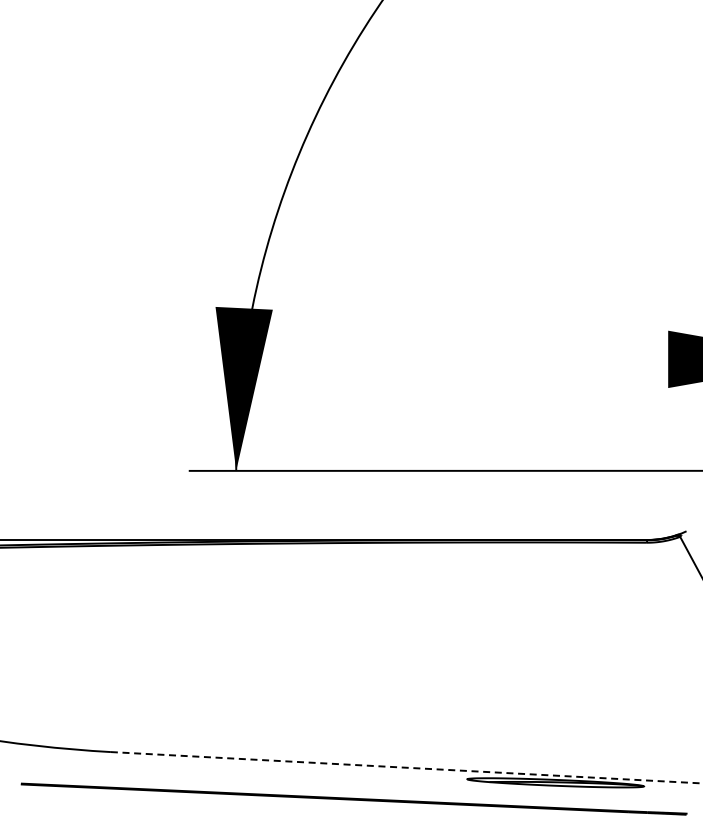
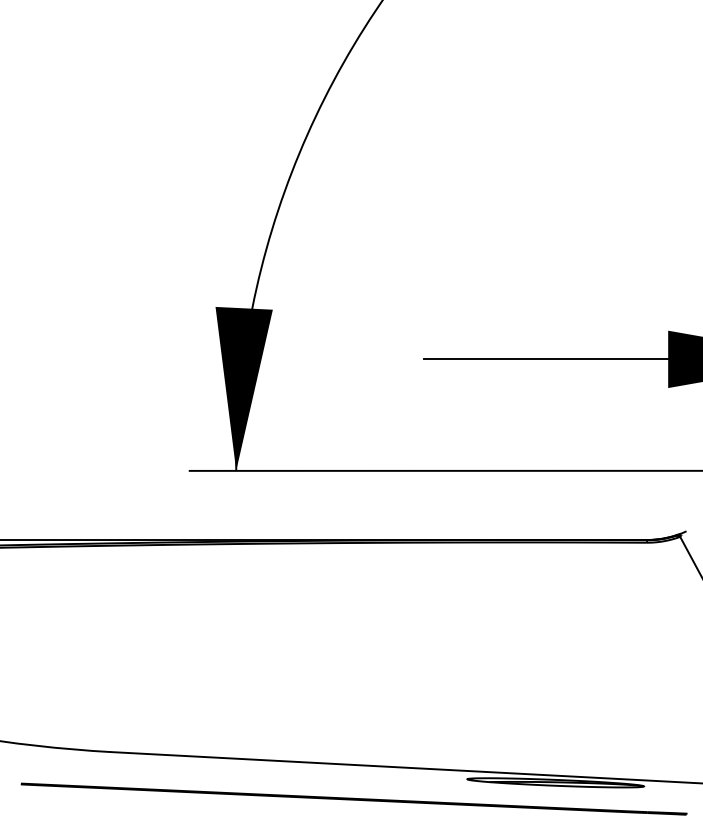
line at (561, 359): none -> present
line at (407, 767): dashed -> solid
